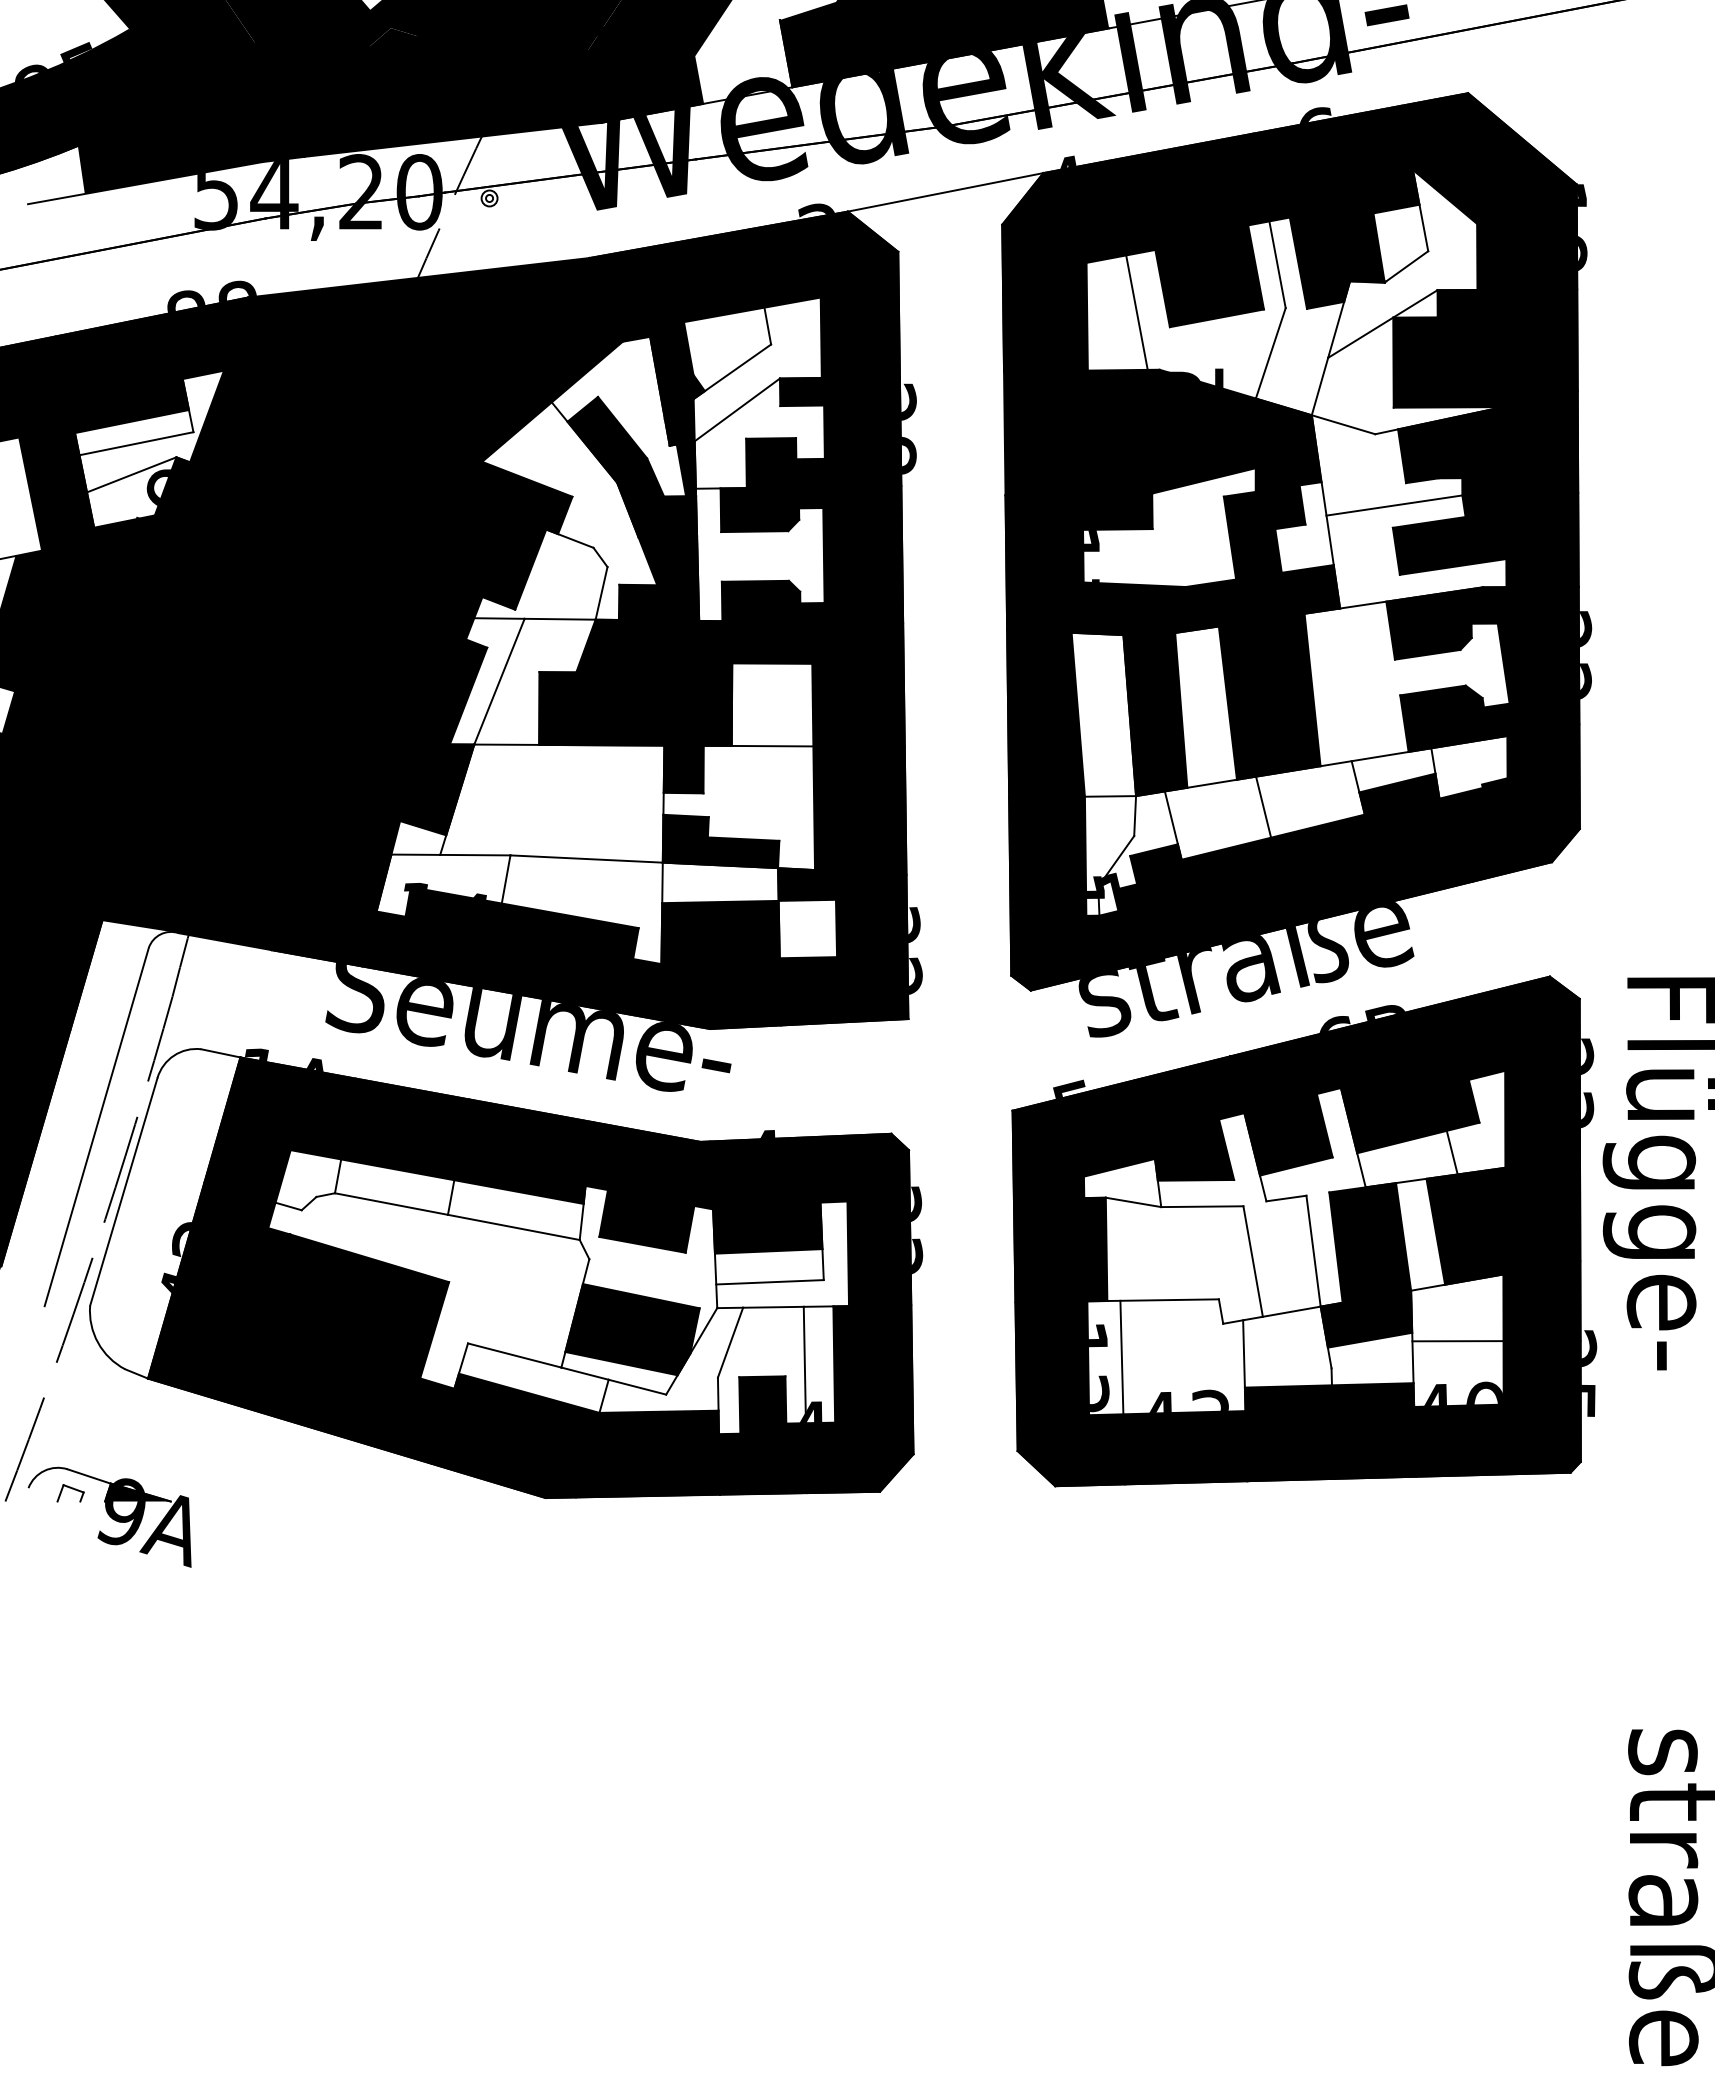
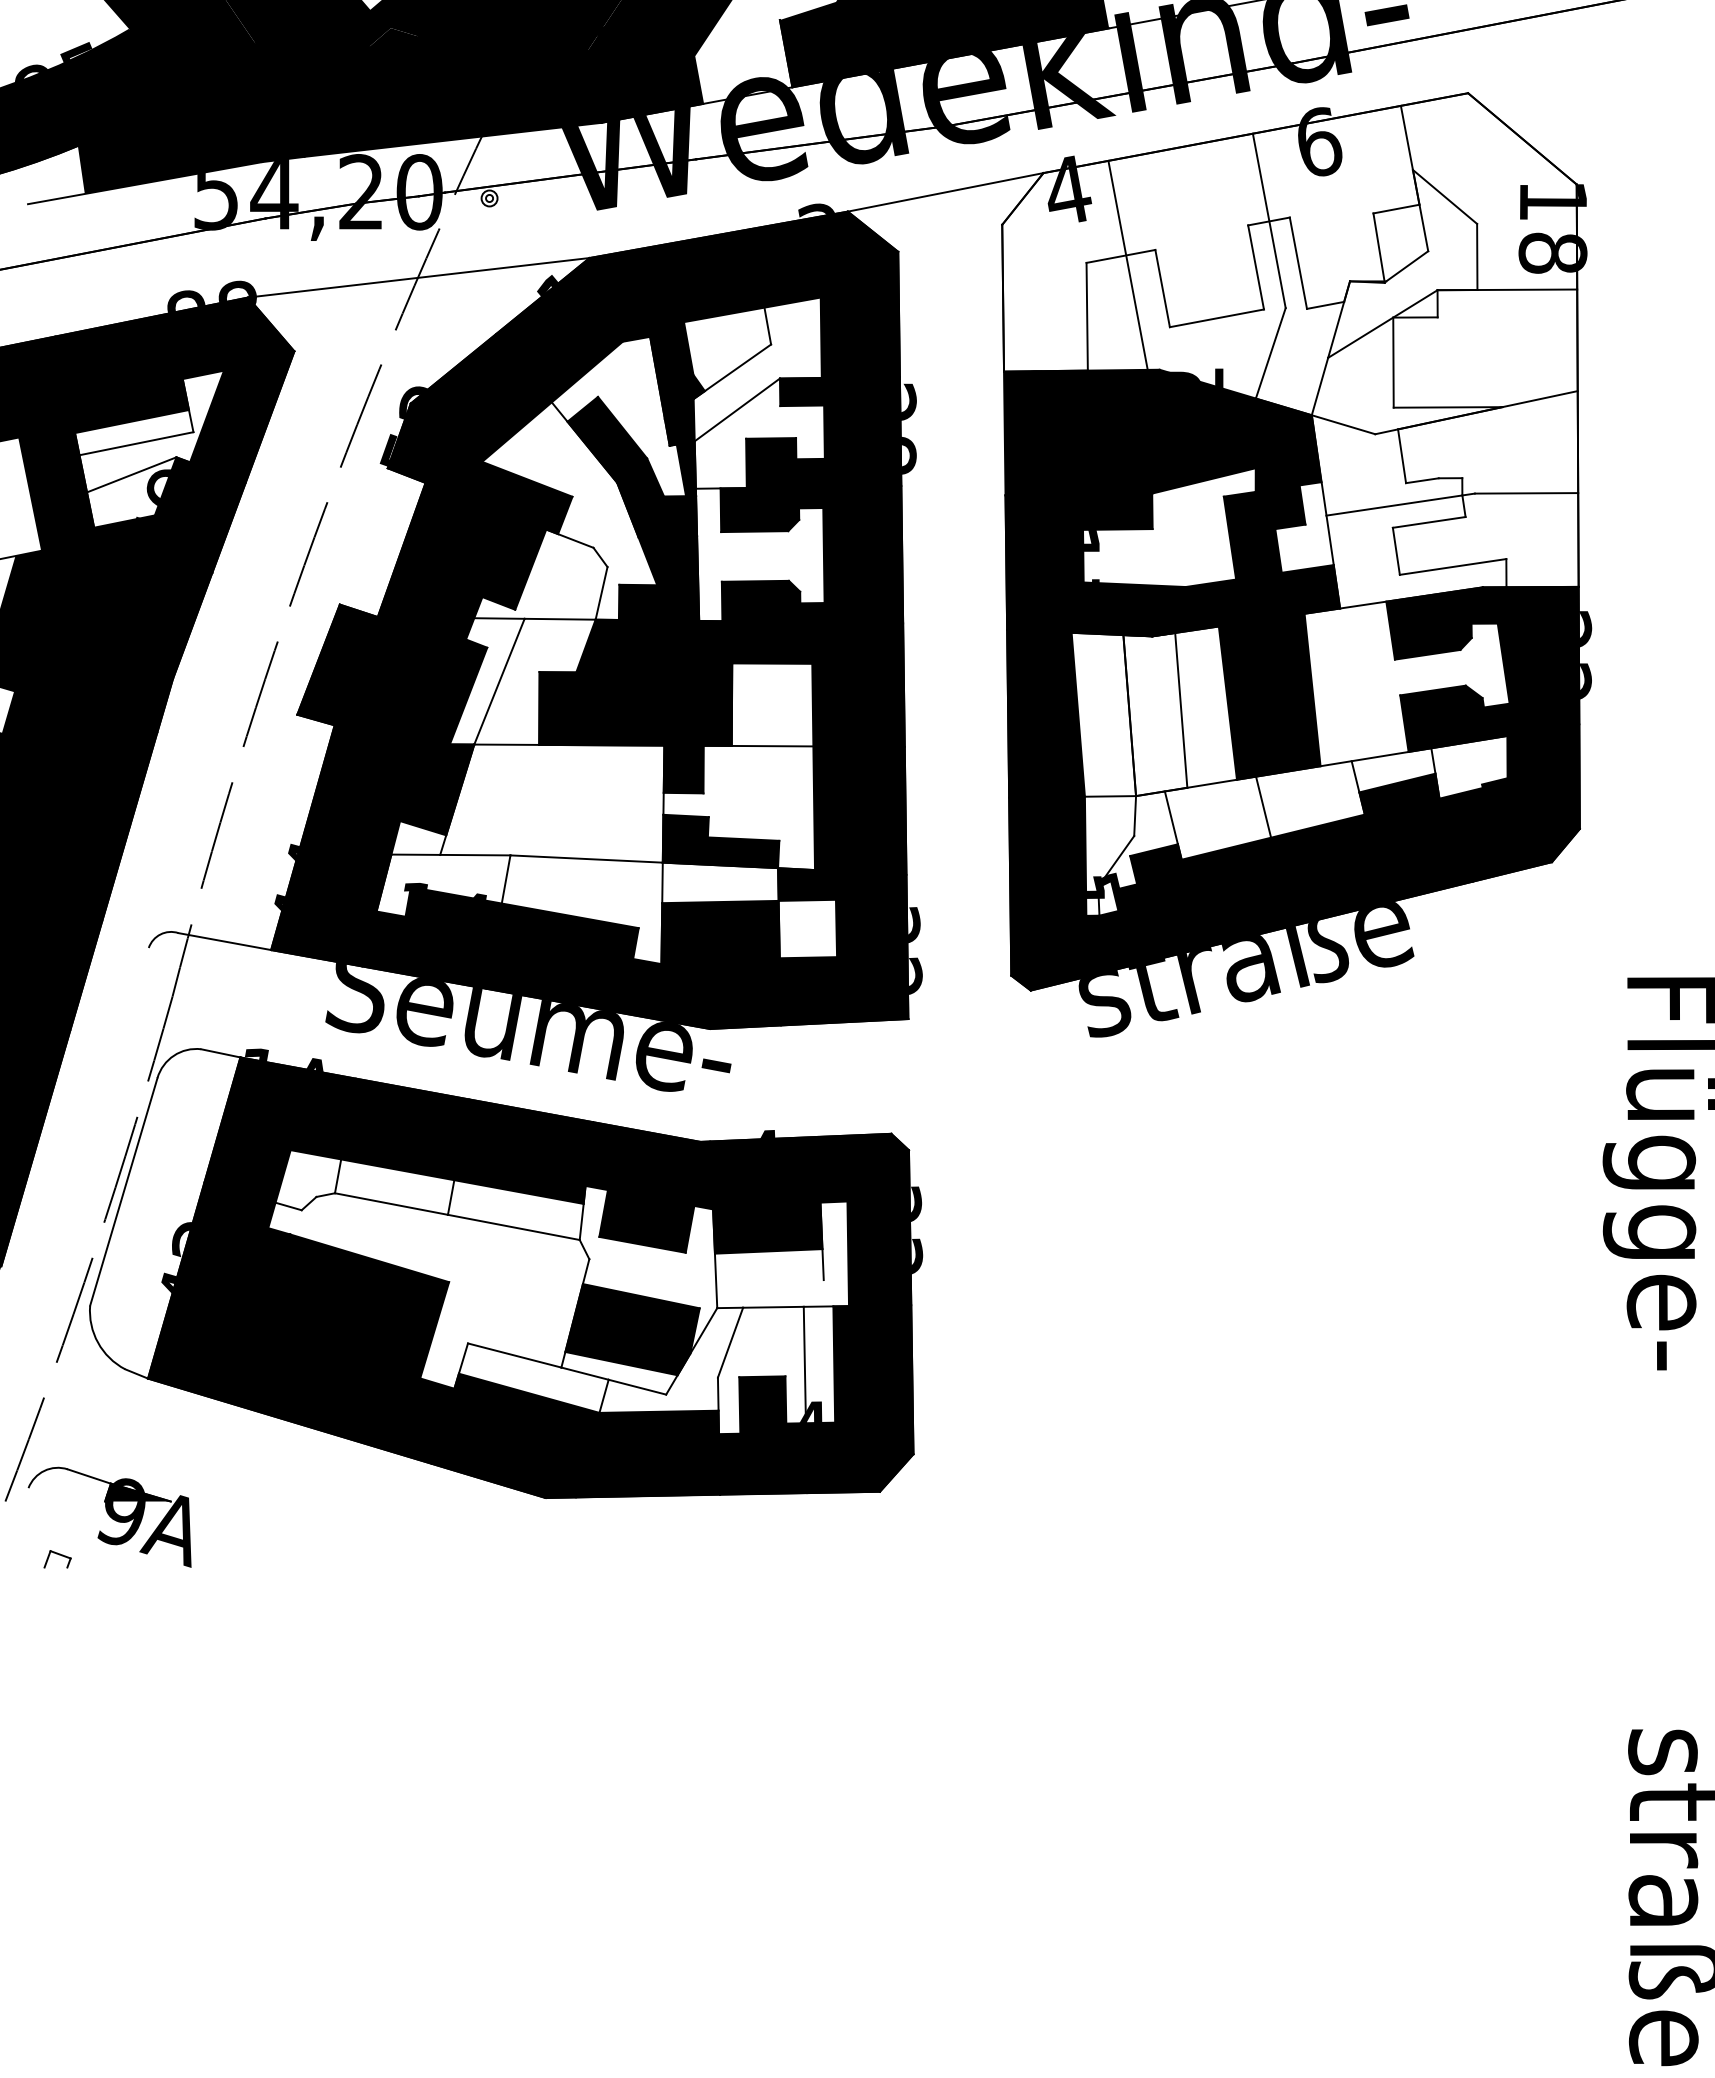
fill at (1290, 340): present -> none
fill at (345, 604): present -> none
fill at (1155, 714): present -> none
line at (96, 1127): present -> none
part at (1304, 1231): present -> none
line at (769, 1282): present -> none
part at (70, 1493) position: (70, 1493) -> (57, 1559)
